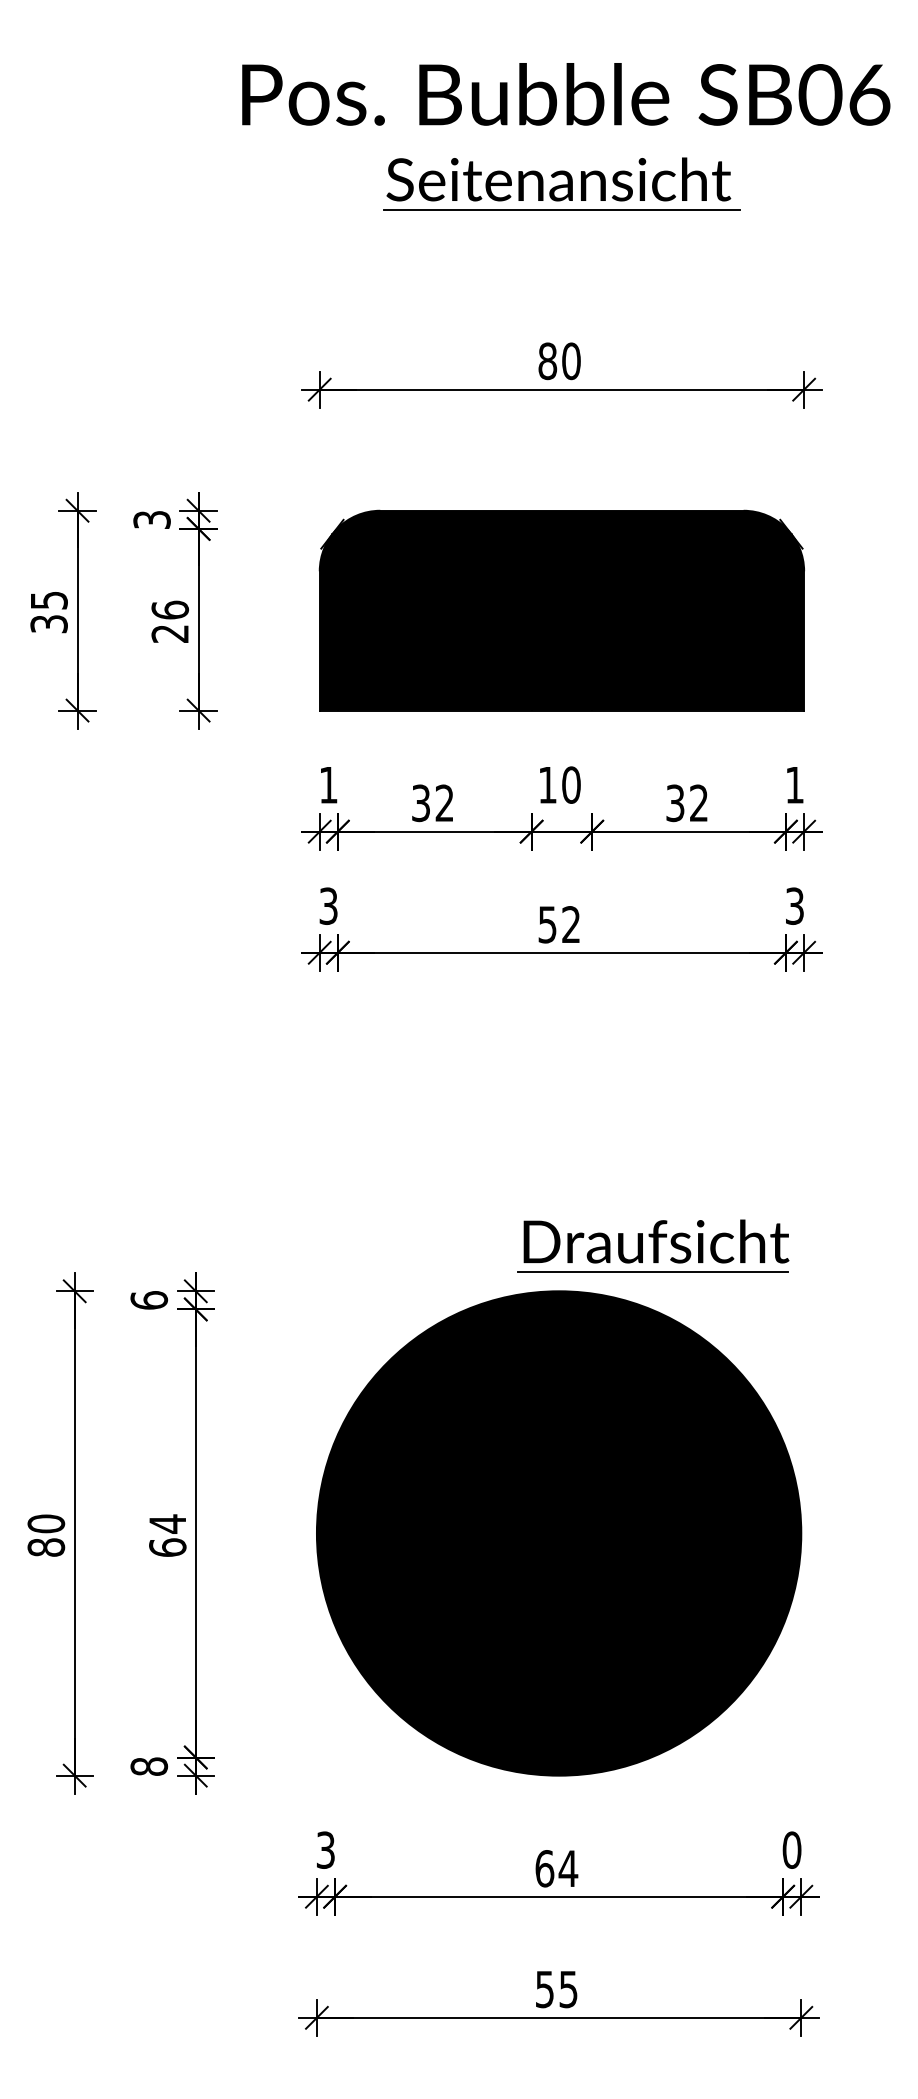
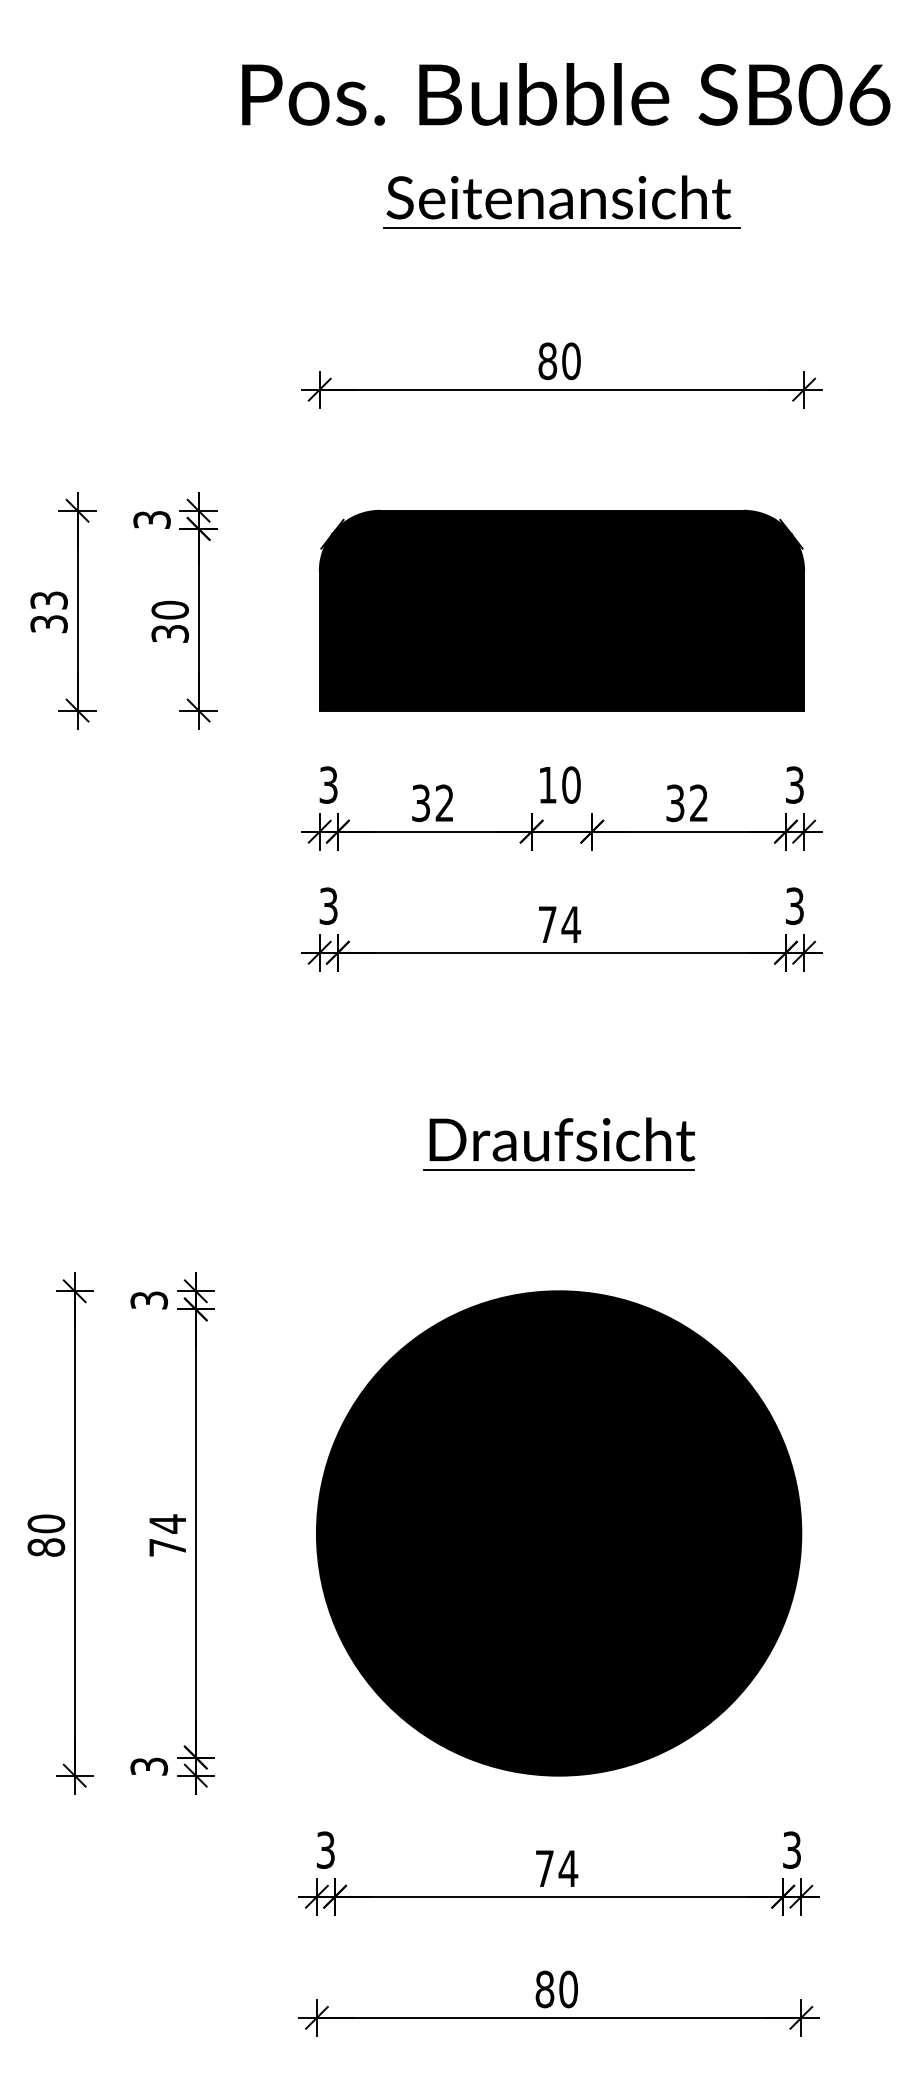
part at (561, 183) position: (561, 183) -> (561, 201)
text at (48, 599): 35 -> 33
text at (170, 621): 26 -> 30
text at (328, 784): 1 -> 3
text at (794, 784): 1 -> 3
text at (559, 924): 52 -> 74
part at (653, 1245) position: (653, 1245) -> (559, 1143)
text at (149, 1300): 6 -> 3
text at (167, 1547): 64 -> 74
text at (149, 1766): 8 -> 3
text at (791, 1849): 0 -> 3
text at (544, 1868): 64 -> 74
text at (556, 1989): 55 -> 80
